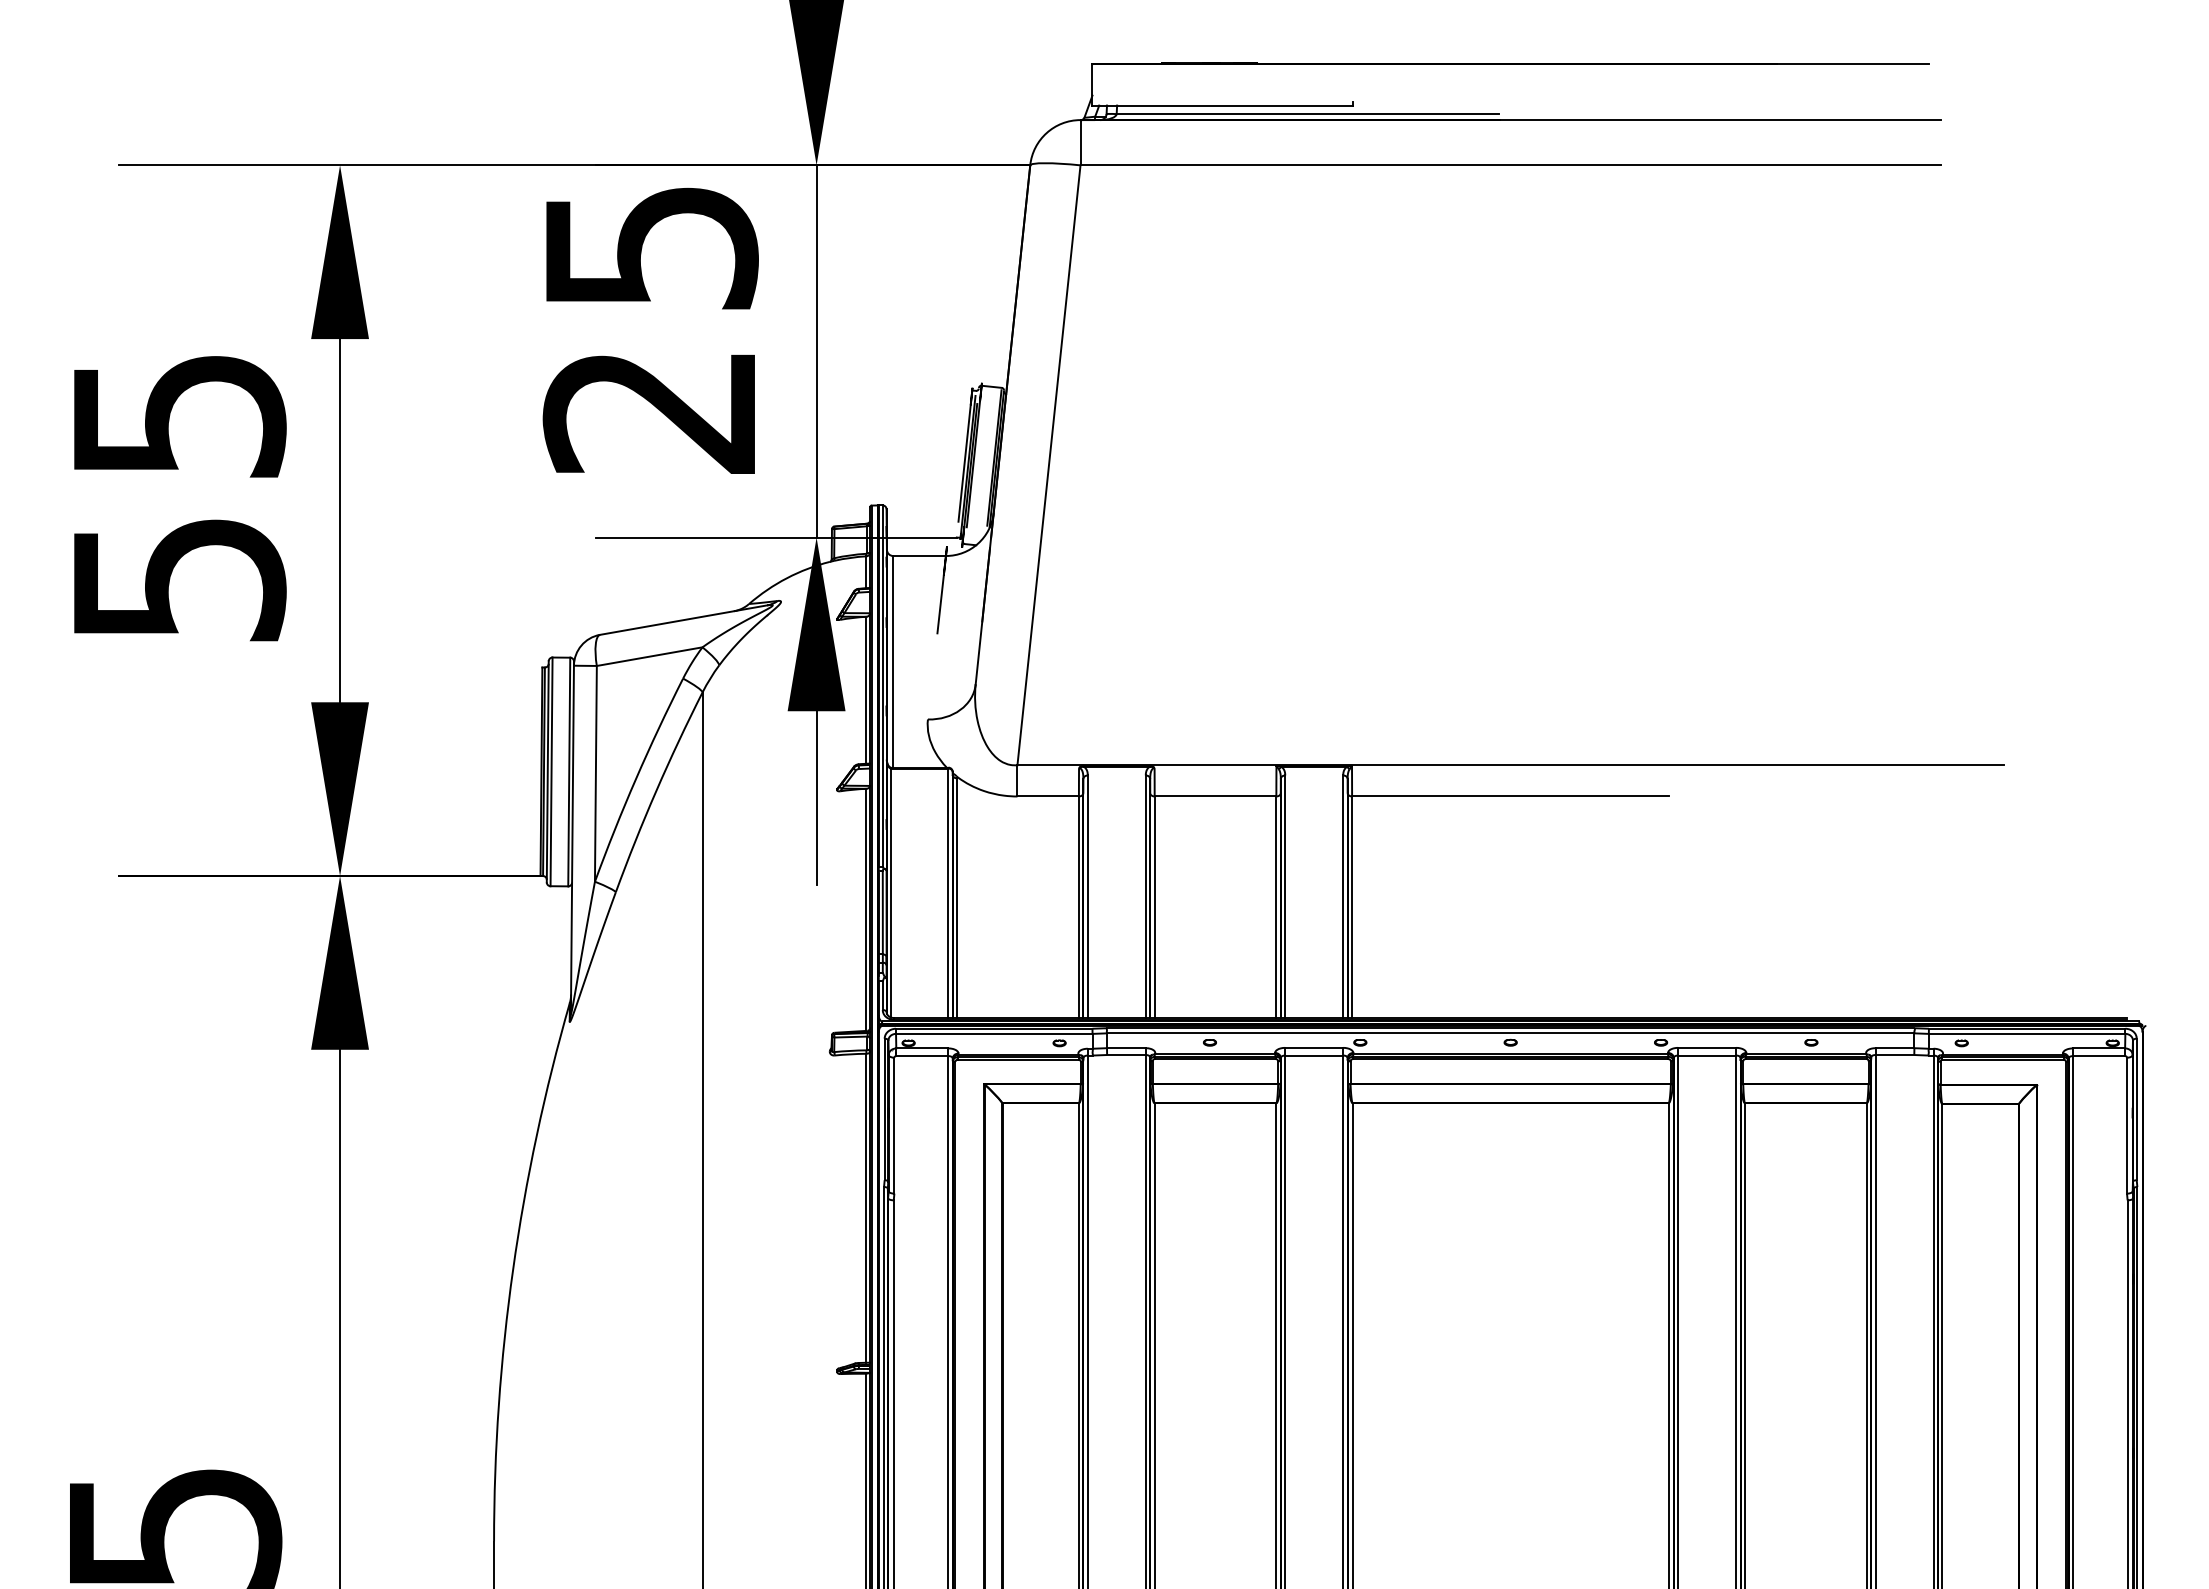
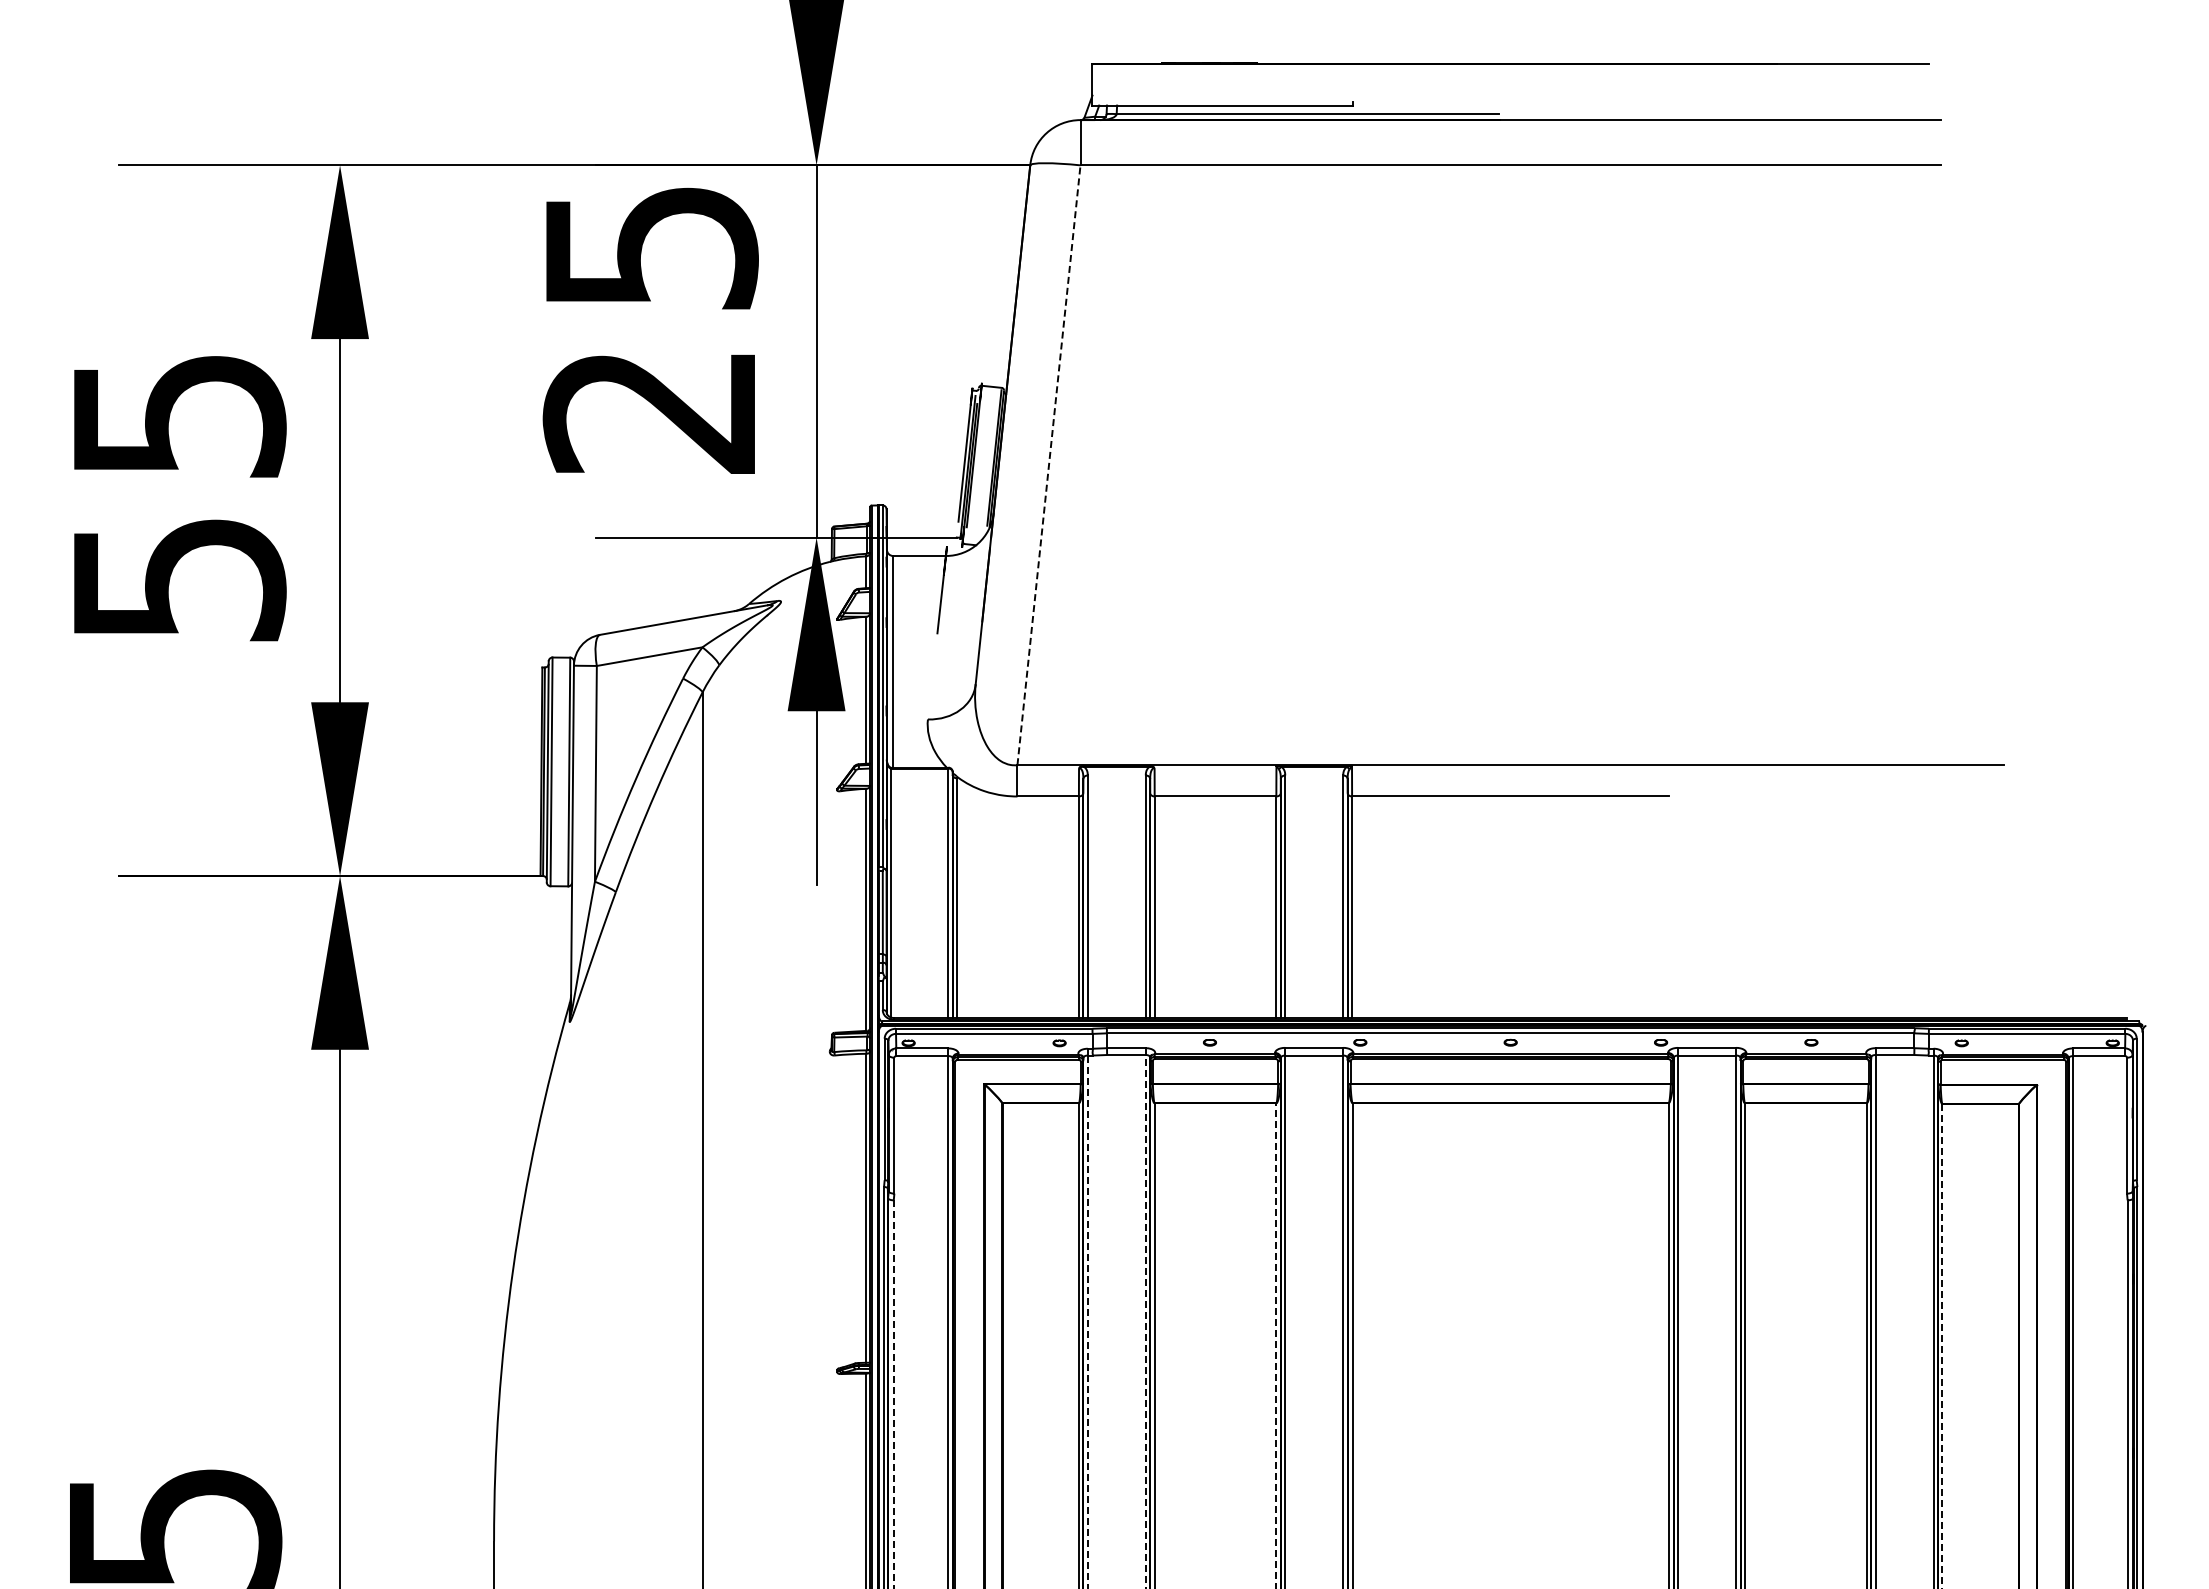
line at (1048, 465): solid -> dashed
line at (1145, 1321): solid -> dashed
line at (1087, 1322): solid -> dashed
line at (1276, 1345): solid -> dashed
line at (1942, 1346): solid -> dashed
line at (893, 1394): solid -> dashed
